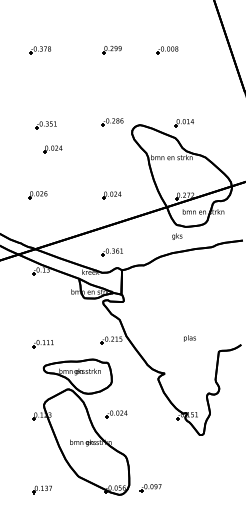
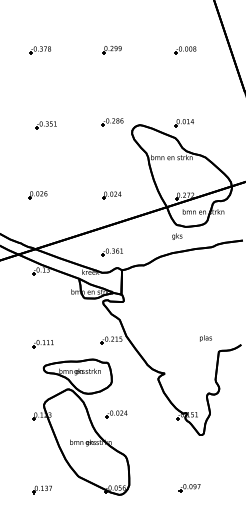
part at (167, 50) position: (167, 50) -> (185, 50)
part at (52, 149): present -> none
text at (189, 338) position: (189, 338) -> (205, 338)
part at (150, 488) position: (150, 488) -> (189, 488)
